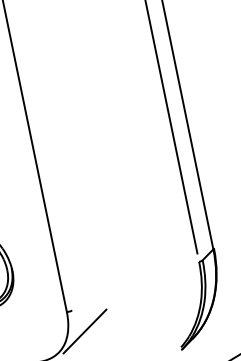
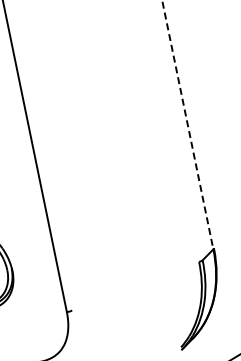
line at (187, 125): solid -> dashed
line at (171, 127): present -> none
line at (84, 331): present -> none
